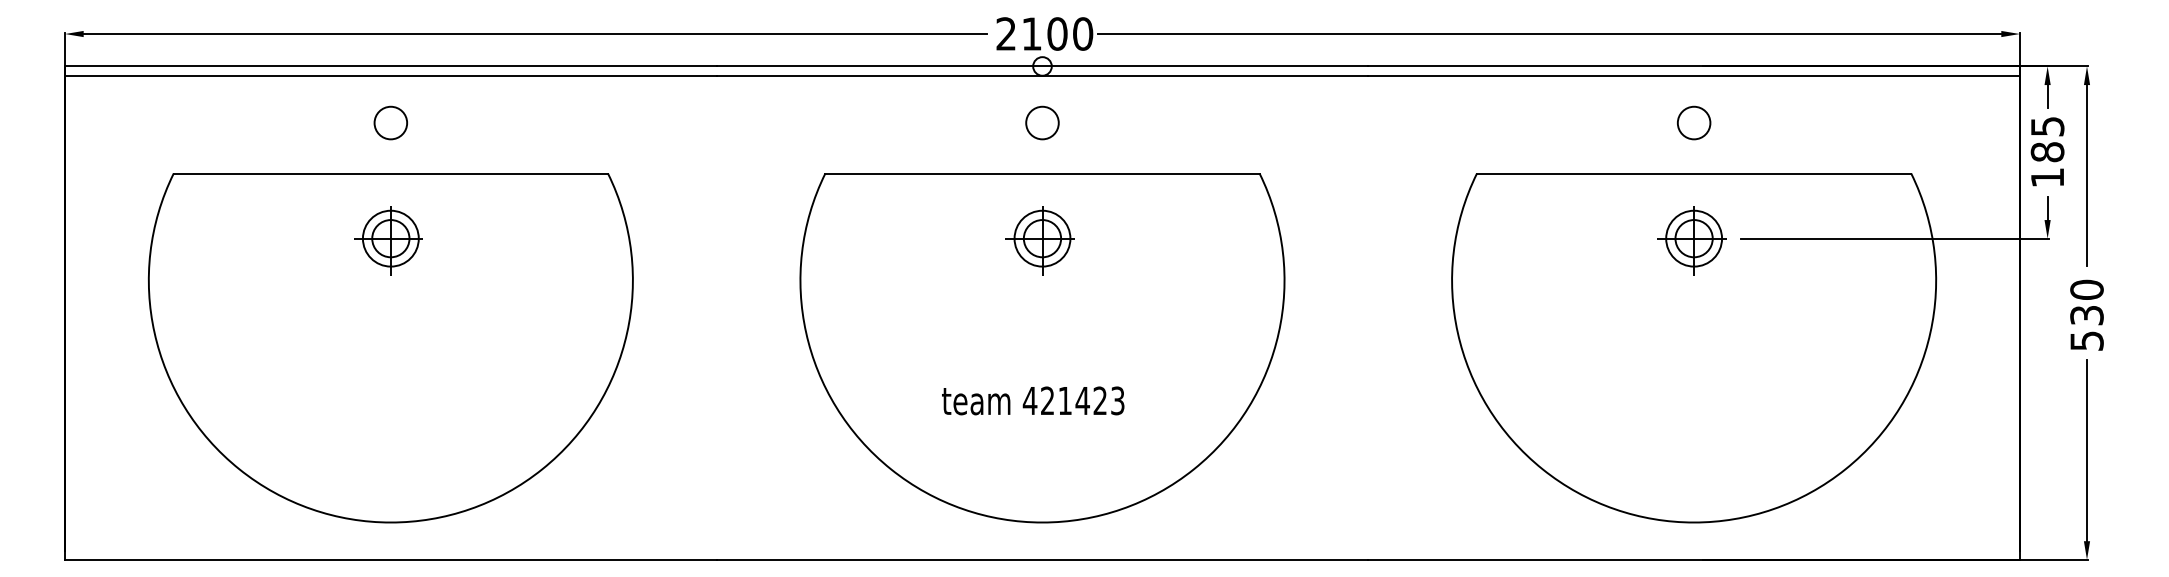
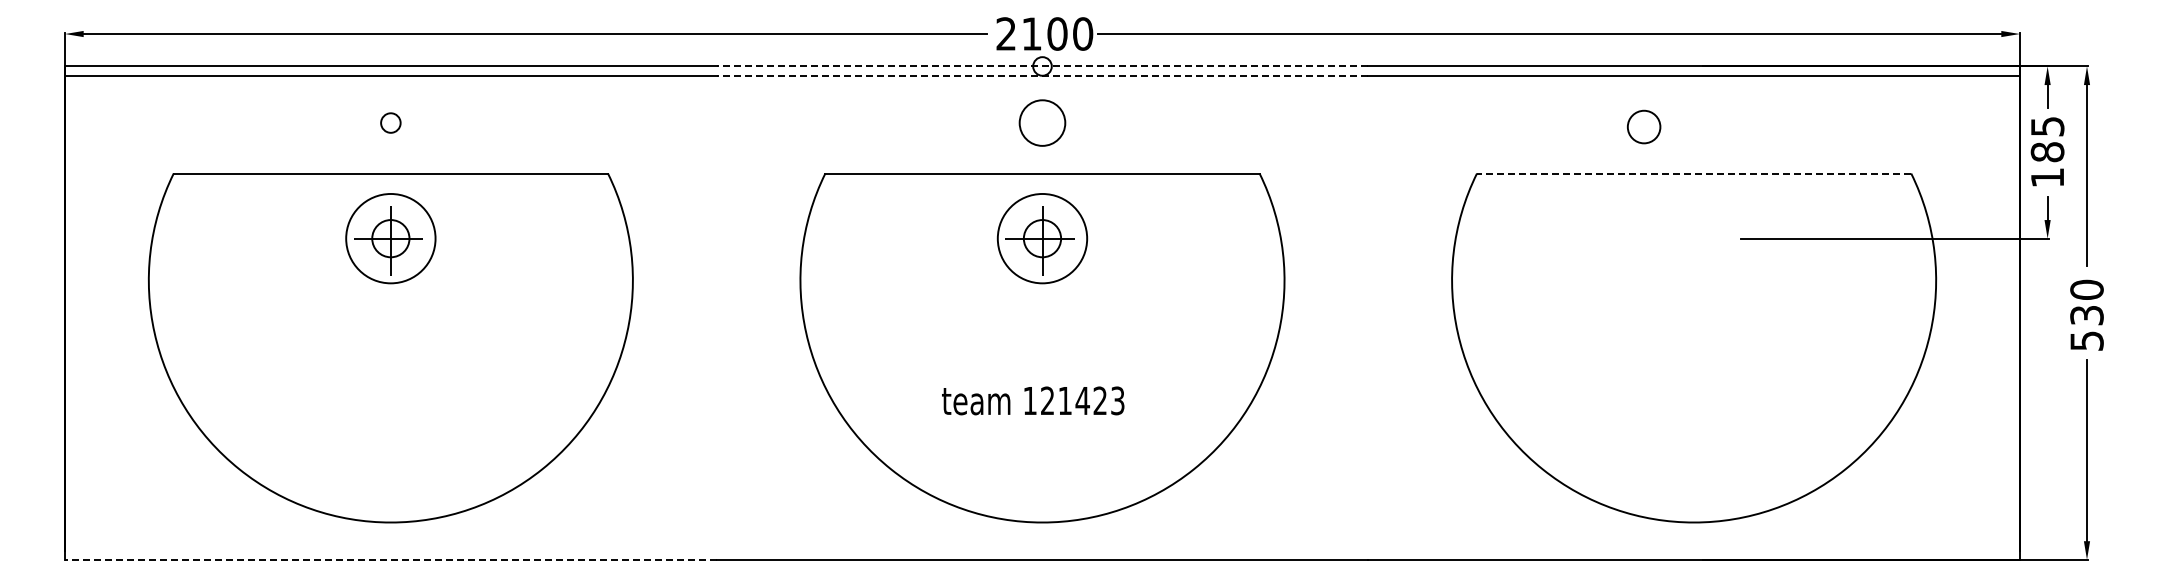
line at (1042, 66): solid -> dashed
line at (1042, 75): solid -> dashed
circle at (390, 122) diameter: 33 px -> 20 px
circle at (1042, 122) size: 35x36 px -> 49x48 px
circle at (1694, 122) position: (1694, 122) -> (1644, 126)
line at (1693, 173): solid -> dashed
circle at (390, 238) diameter: 56 px -> 89 px
circle at (1042, 238) diameter: 56 px -> 89 px
part at (1691, 240): present -> none
text at (1029, 400): 421423 -> 121423
line at (390, 559): solid -> dashed
